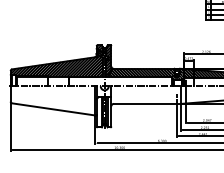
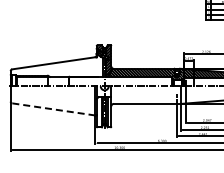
hatch at (56, 65): present -> none
line at (53, 109): solid -> dashed
